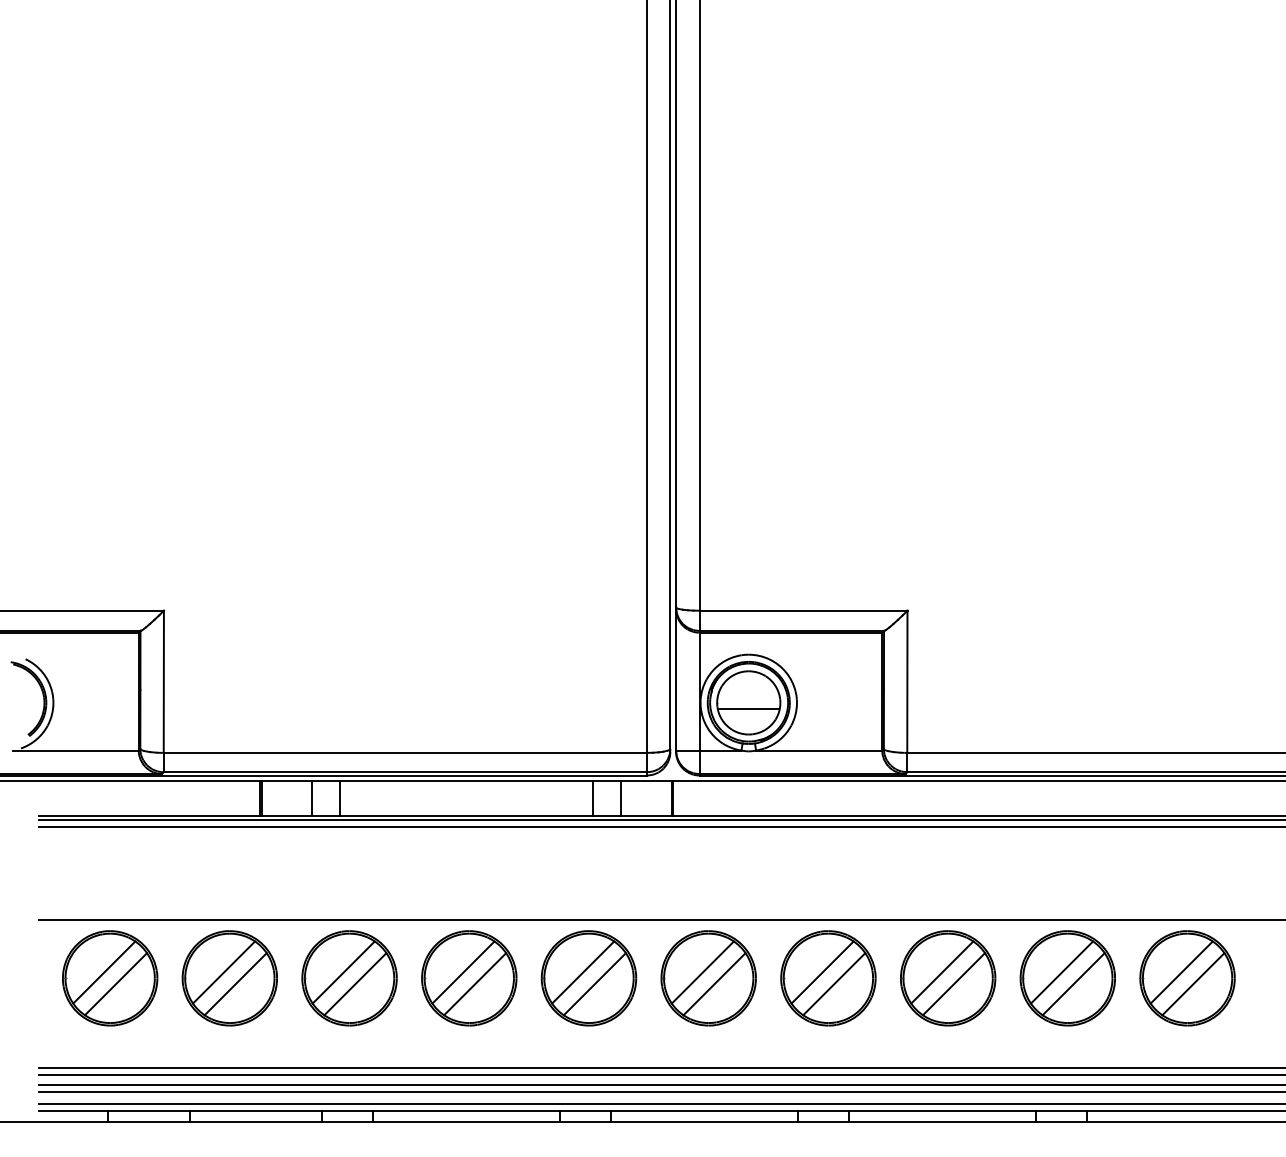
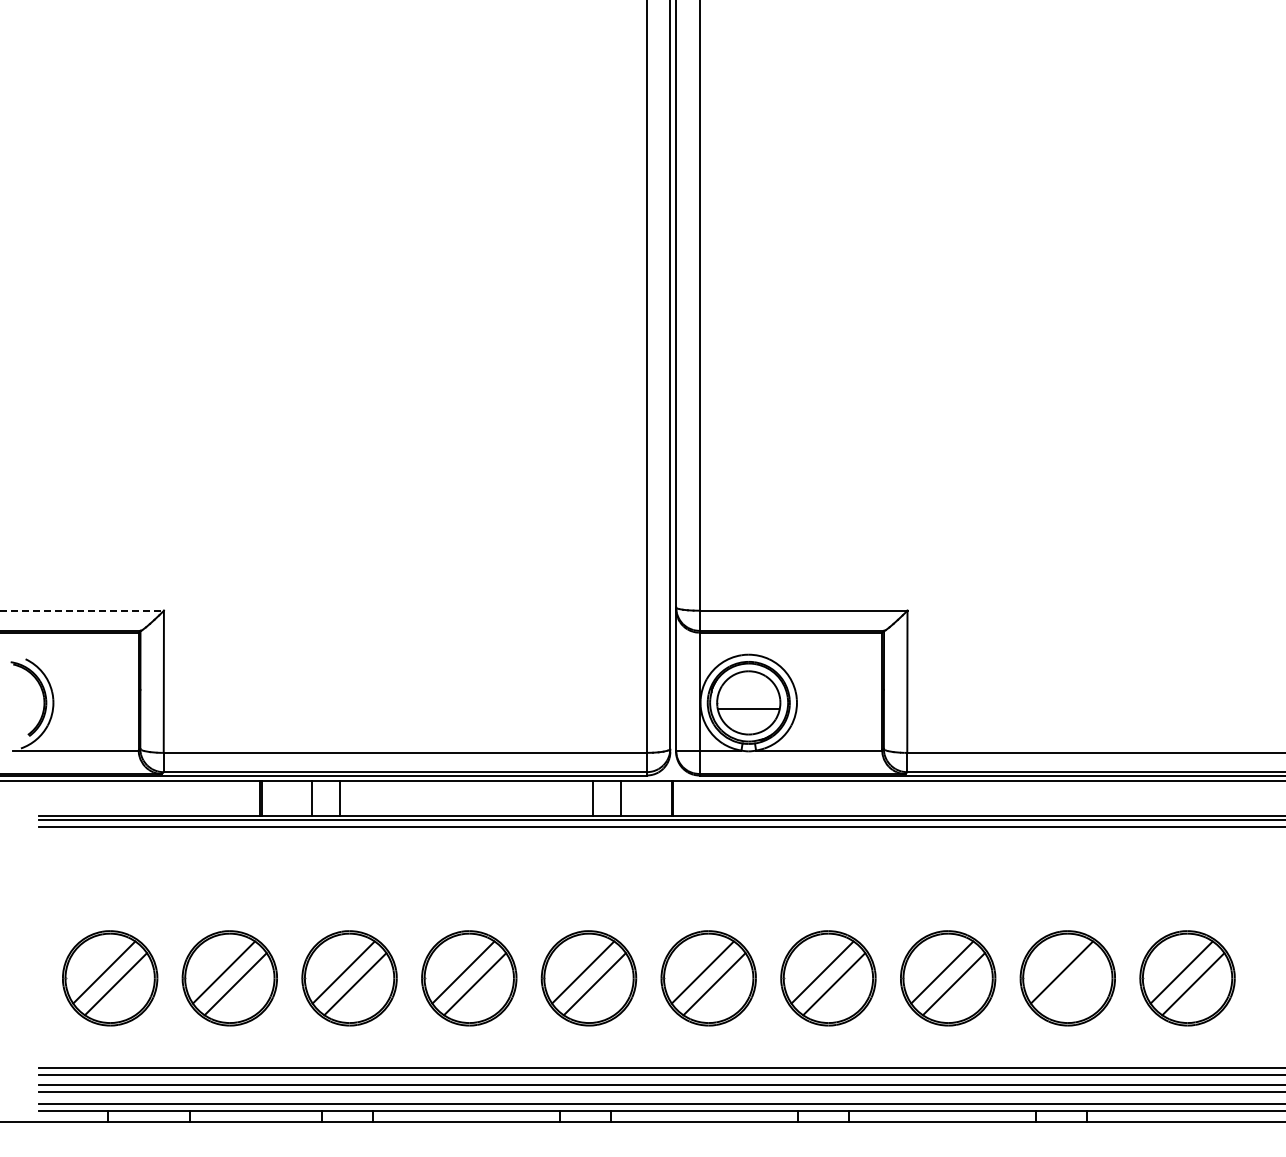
line at (81, 610): solid -> dashed
line at (660, 920): present -> none
line at (1073, 984): present -> none
